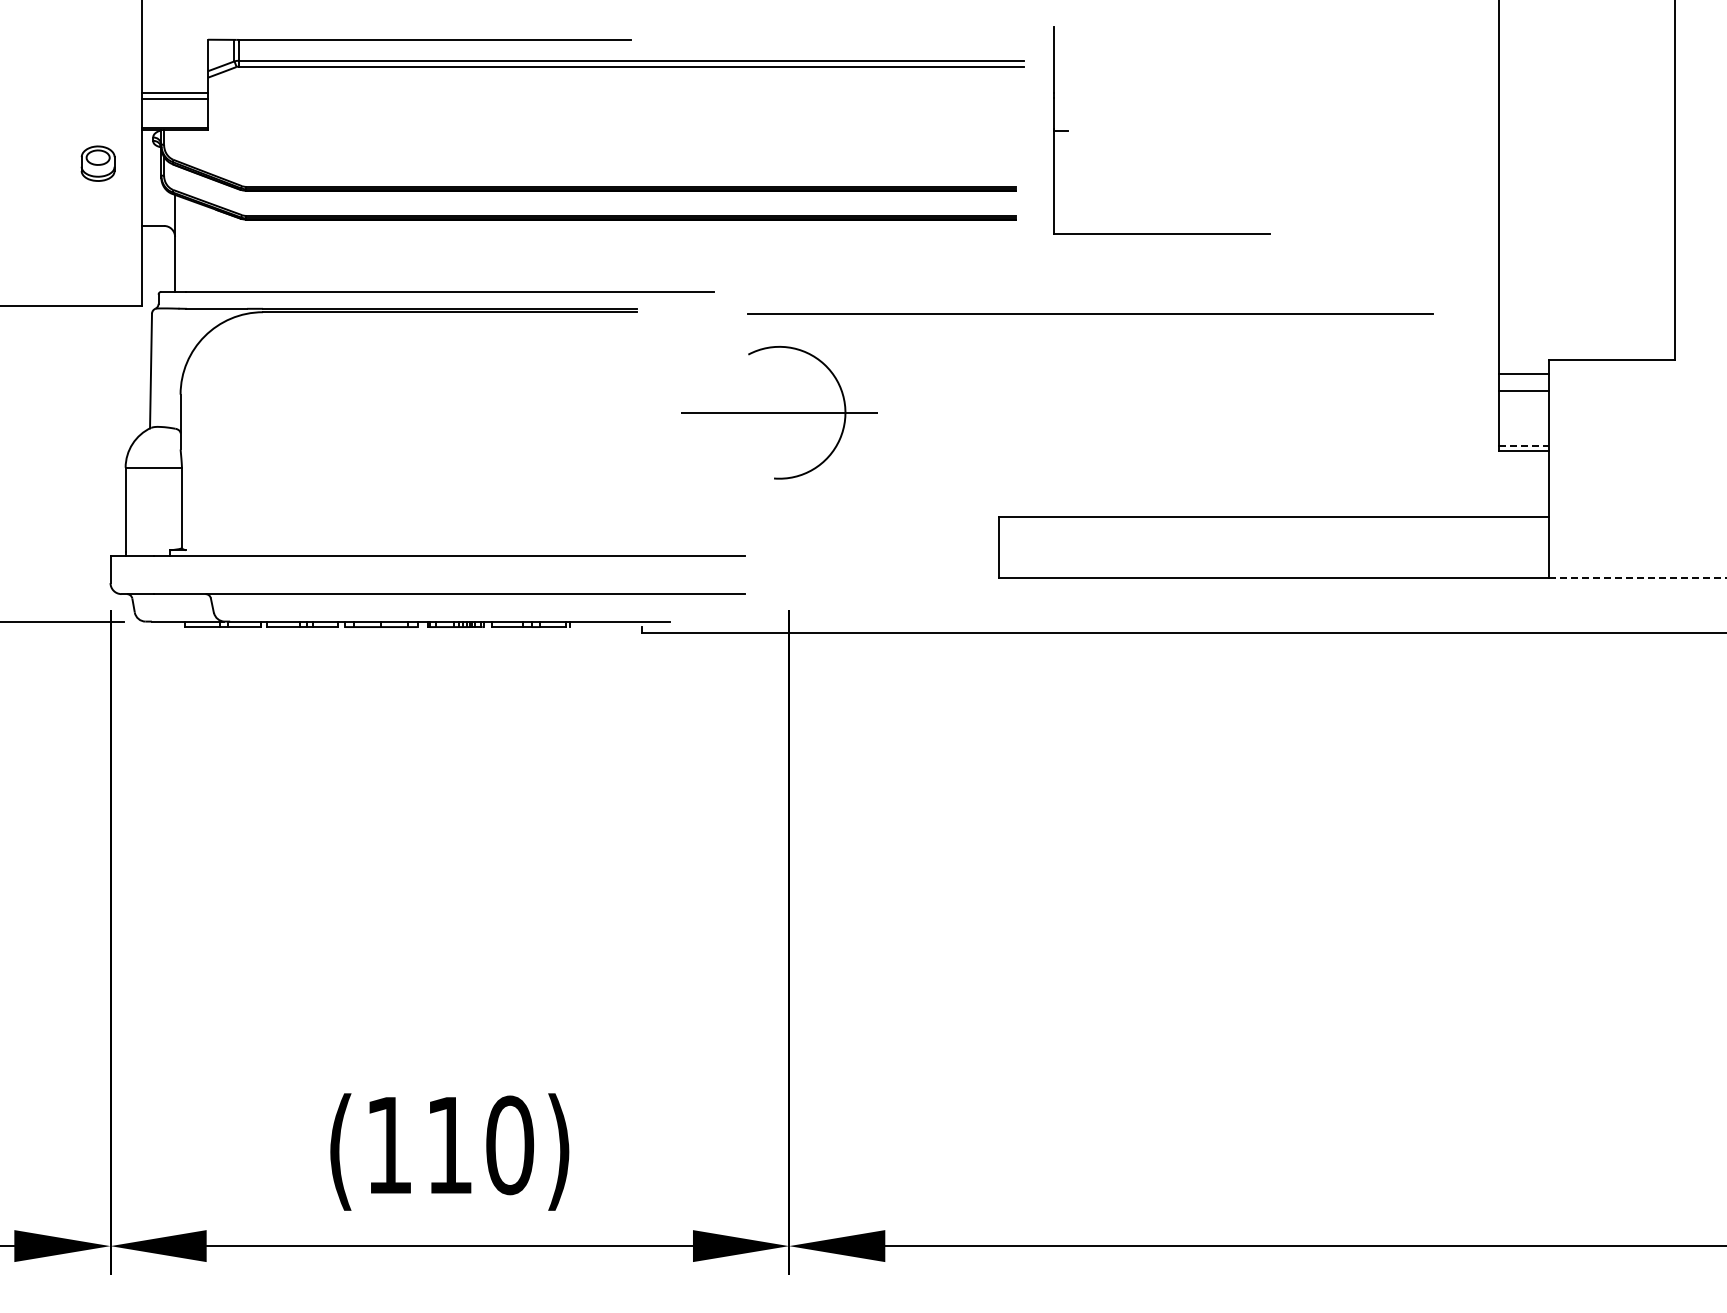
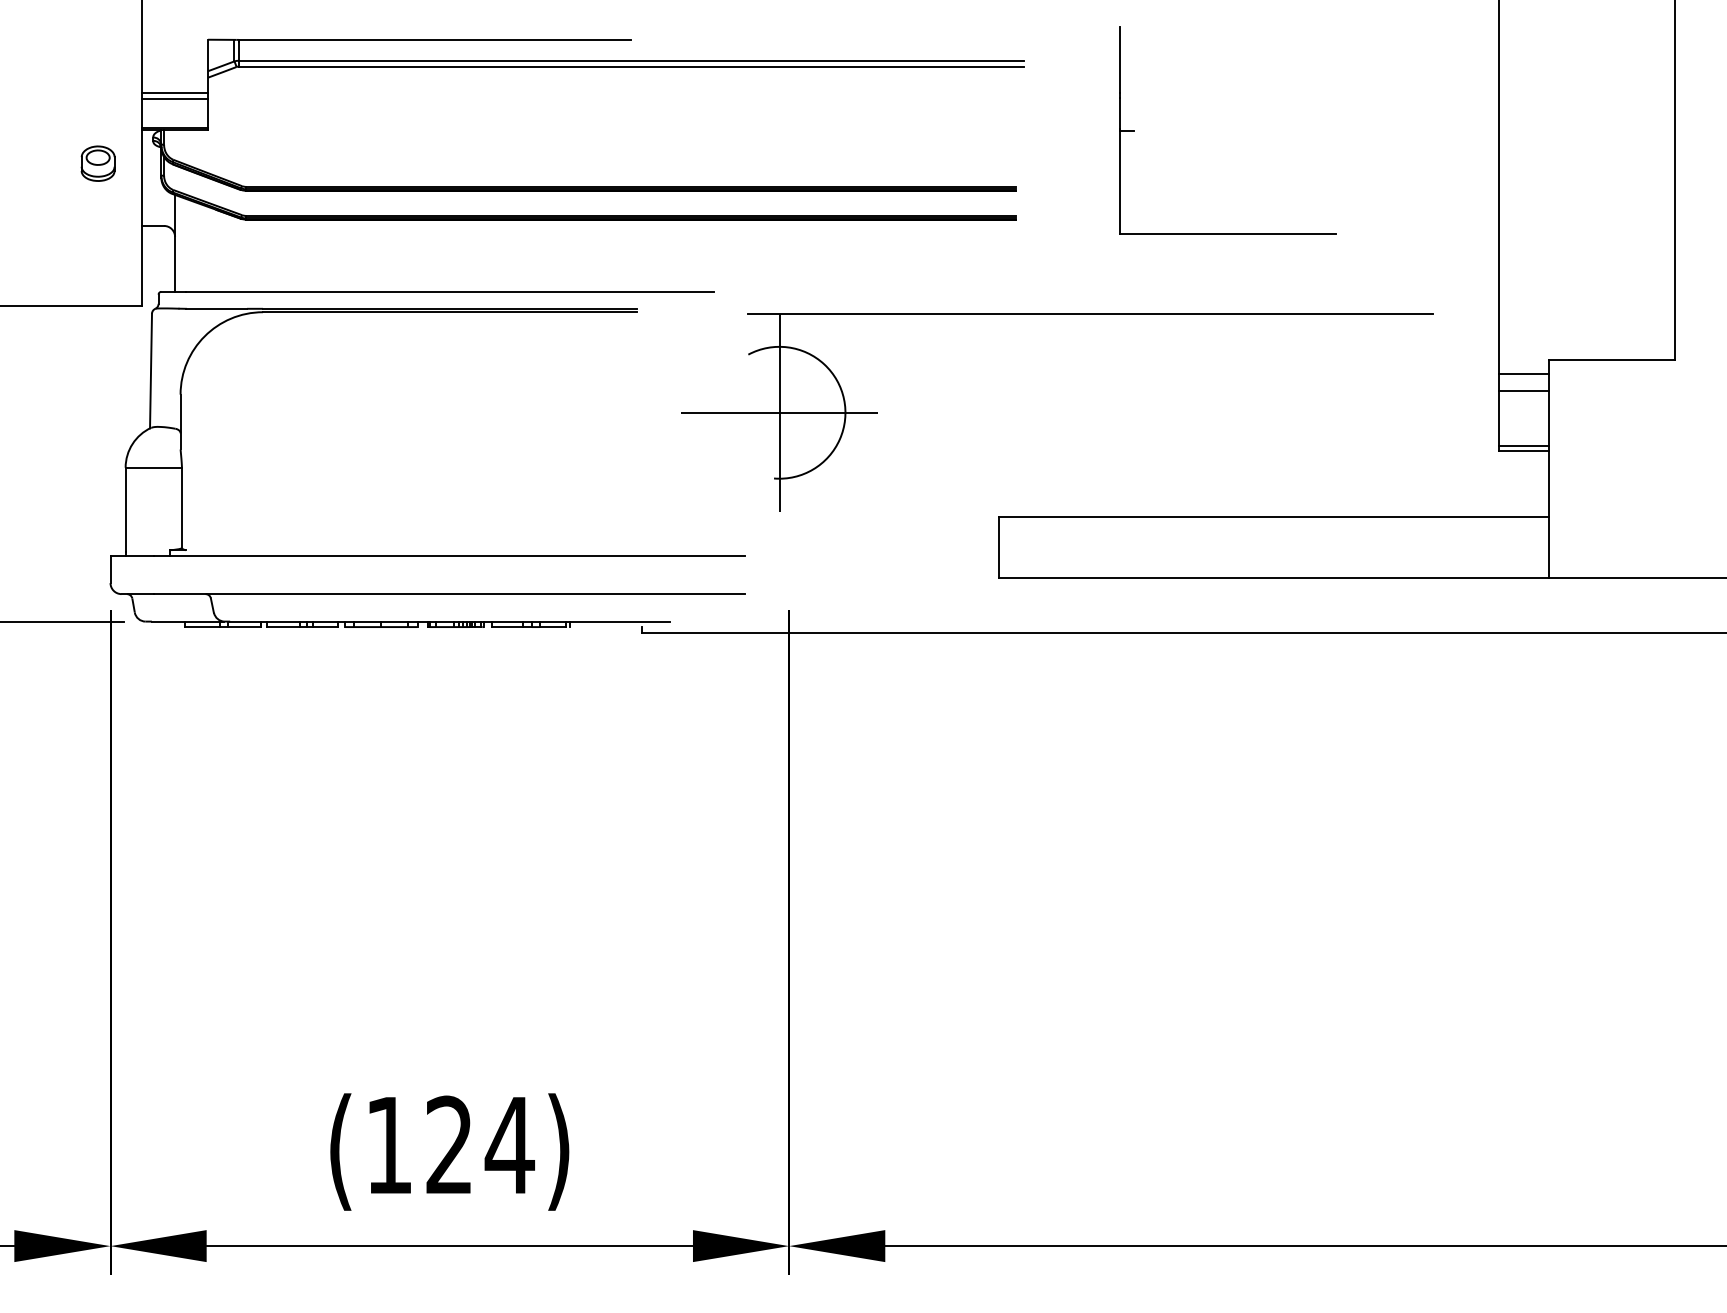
part at (1068, 130) position: (1068, 130) -> (1134, 130)
line at (779, 412): none -> present
line at (1524, 445): dashed -> solid
line at (1637, 577): dashed -> solid
text at (480, 1145): (110) -> (124)
